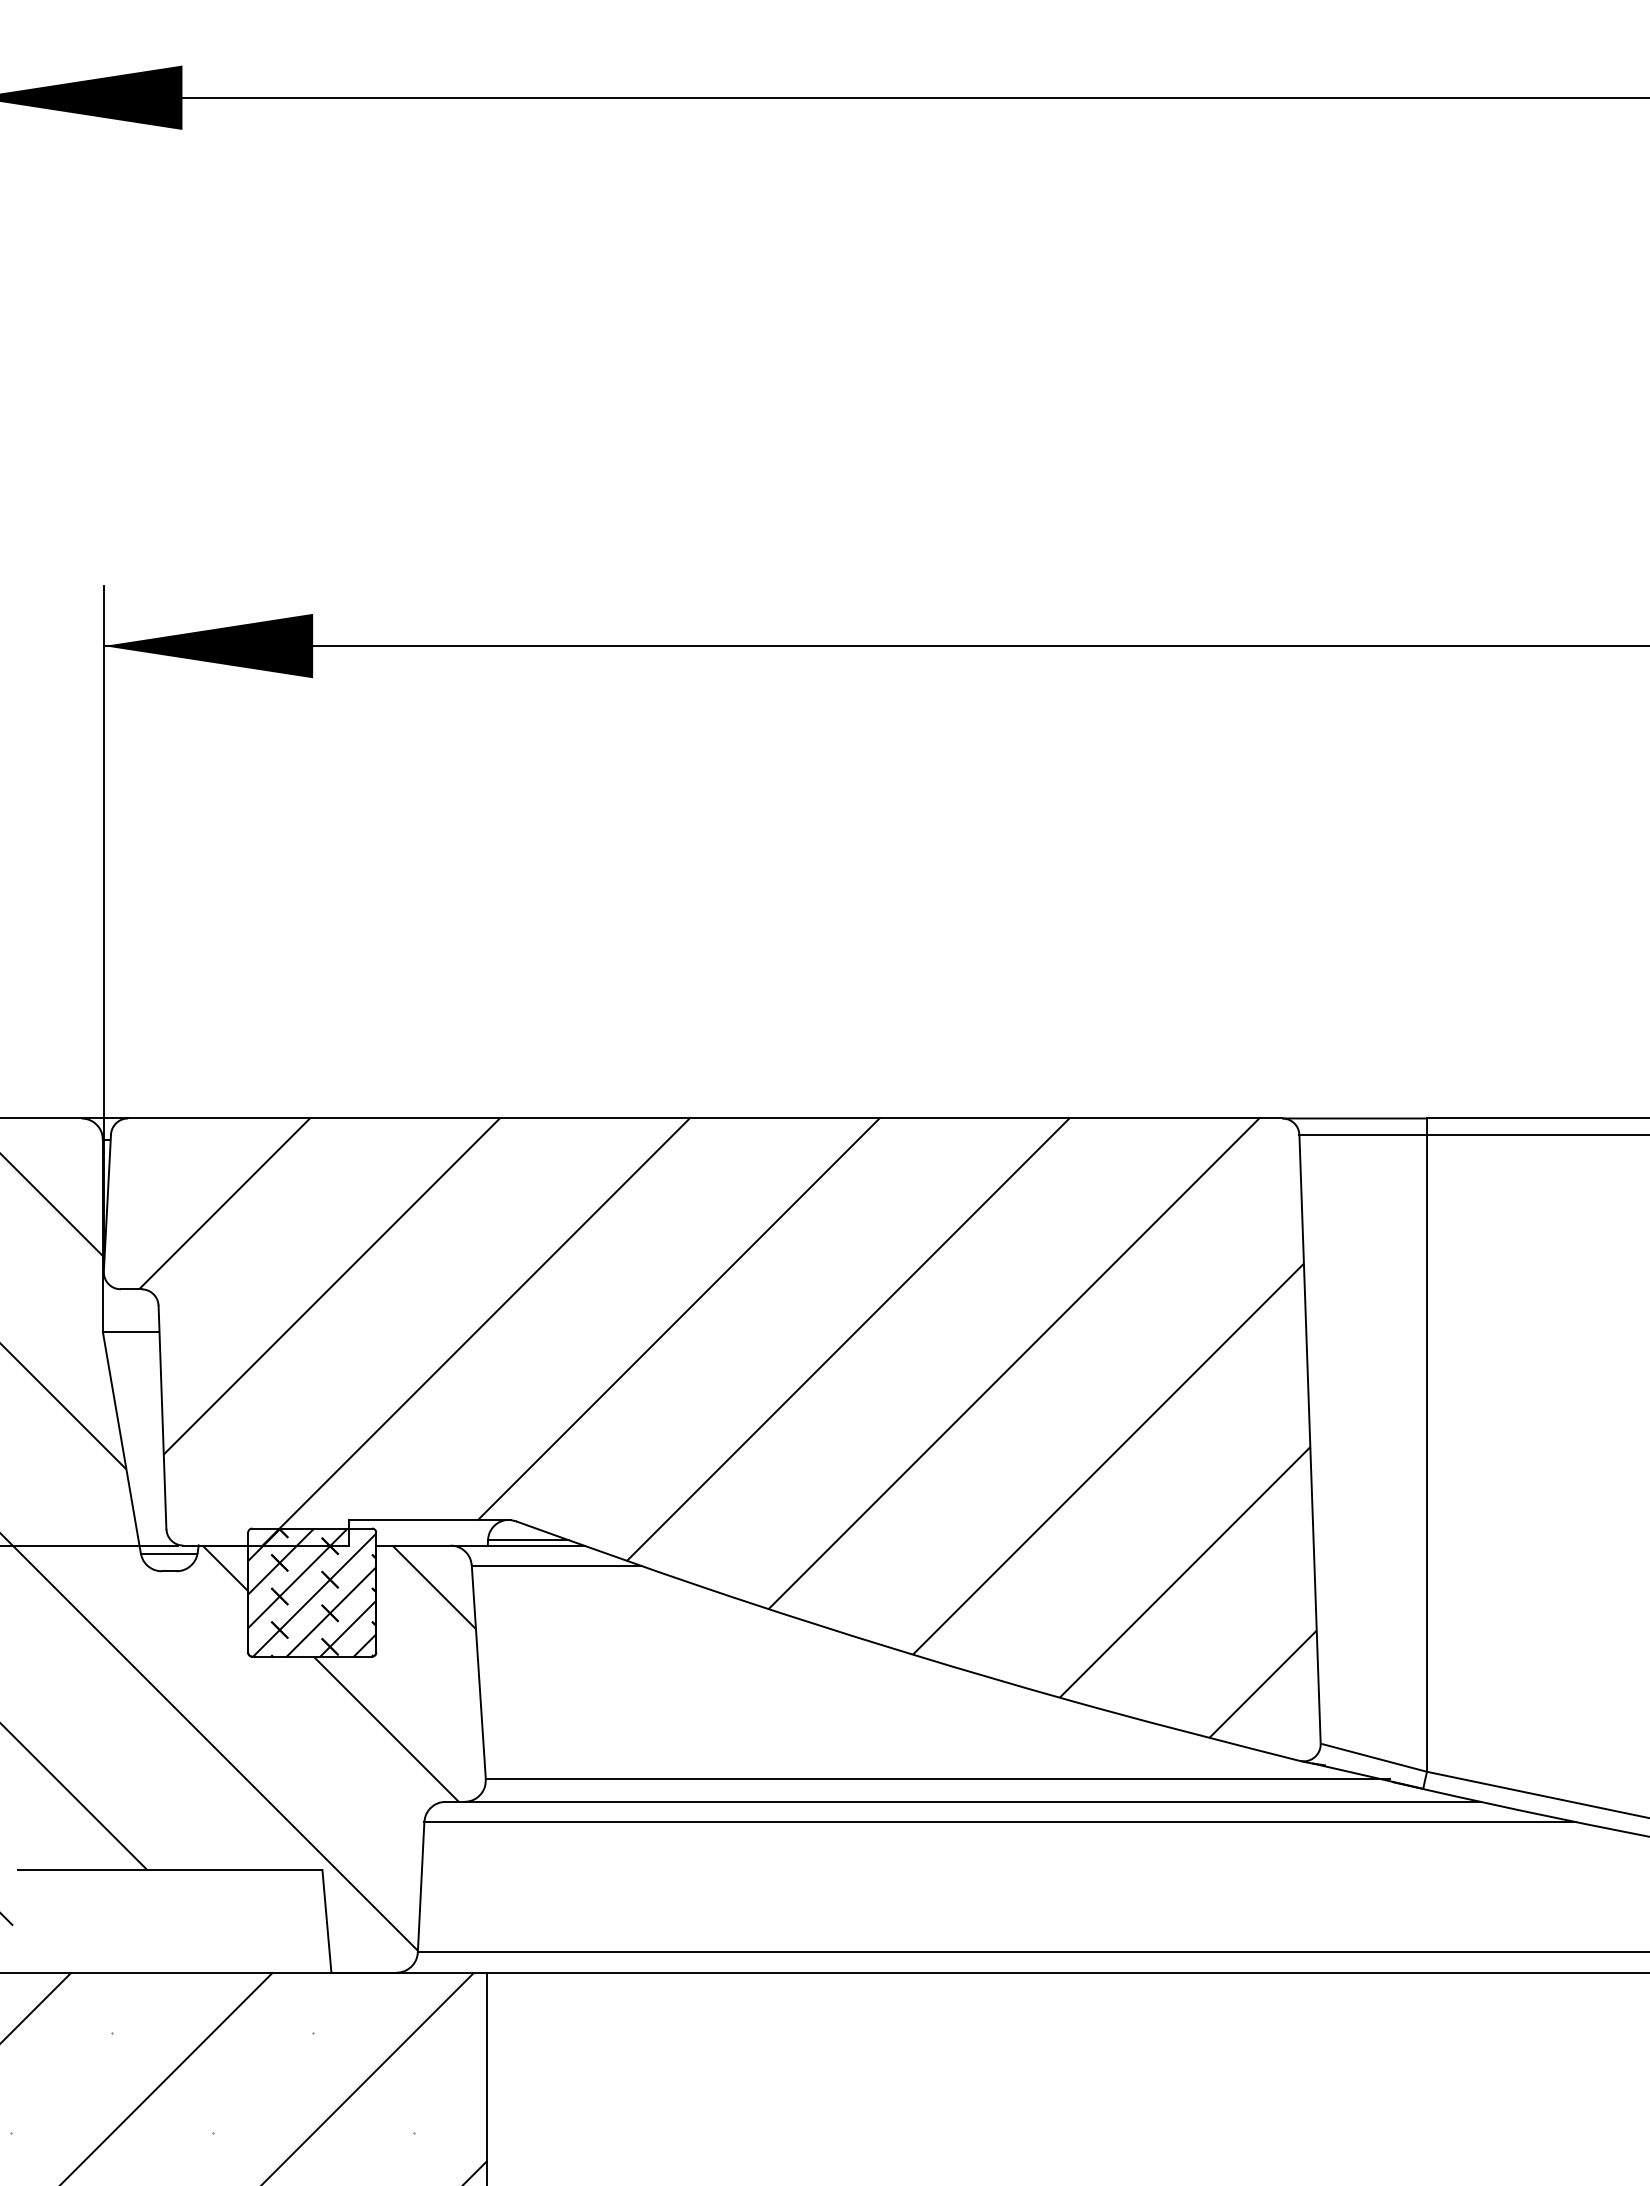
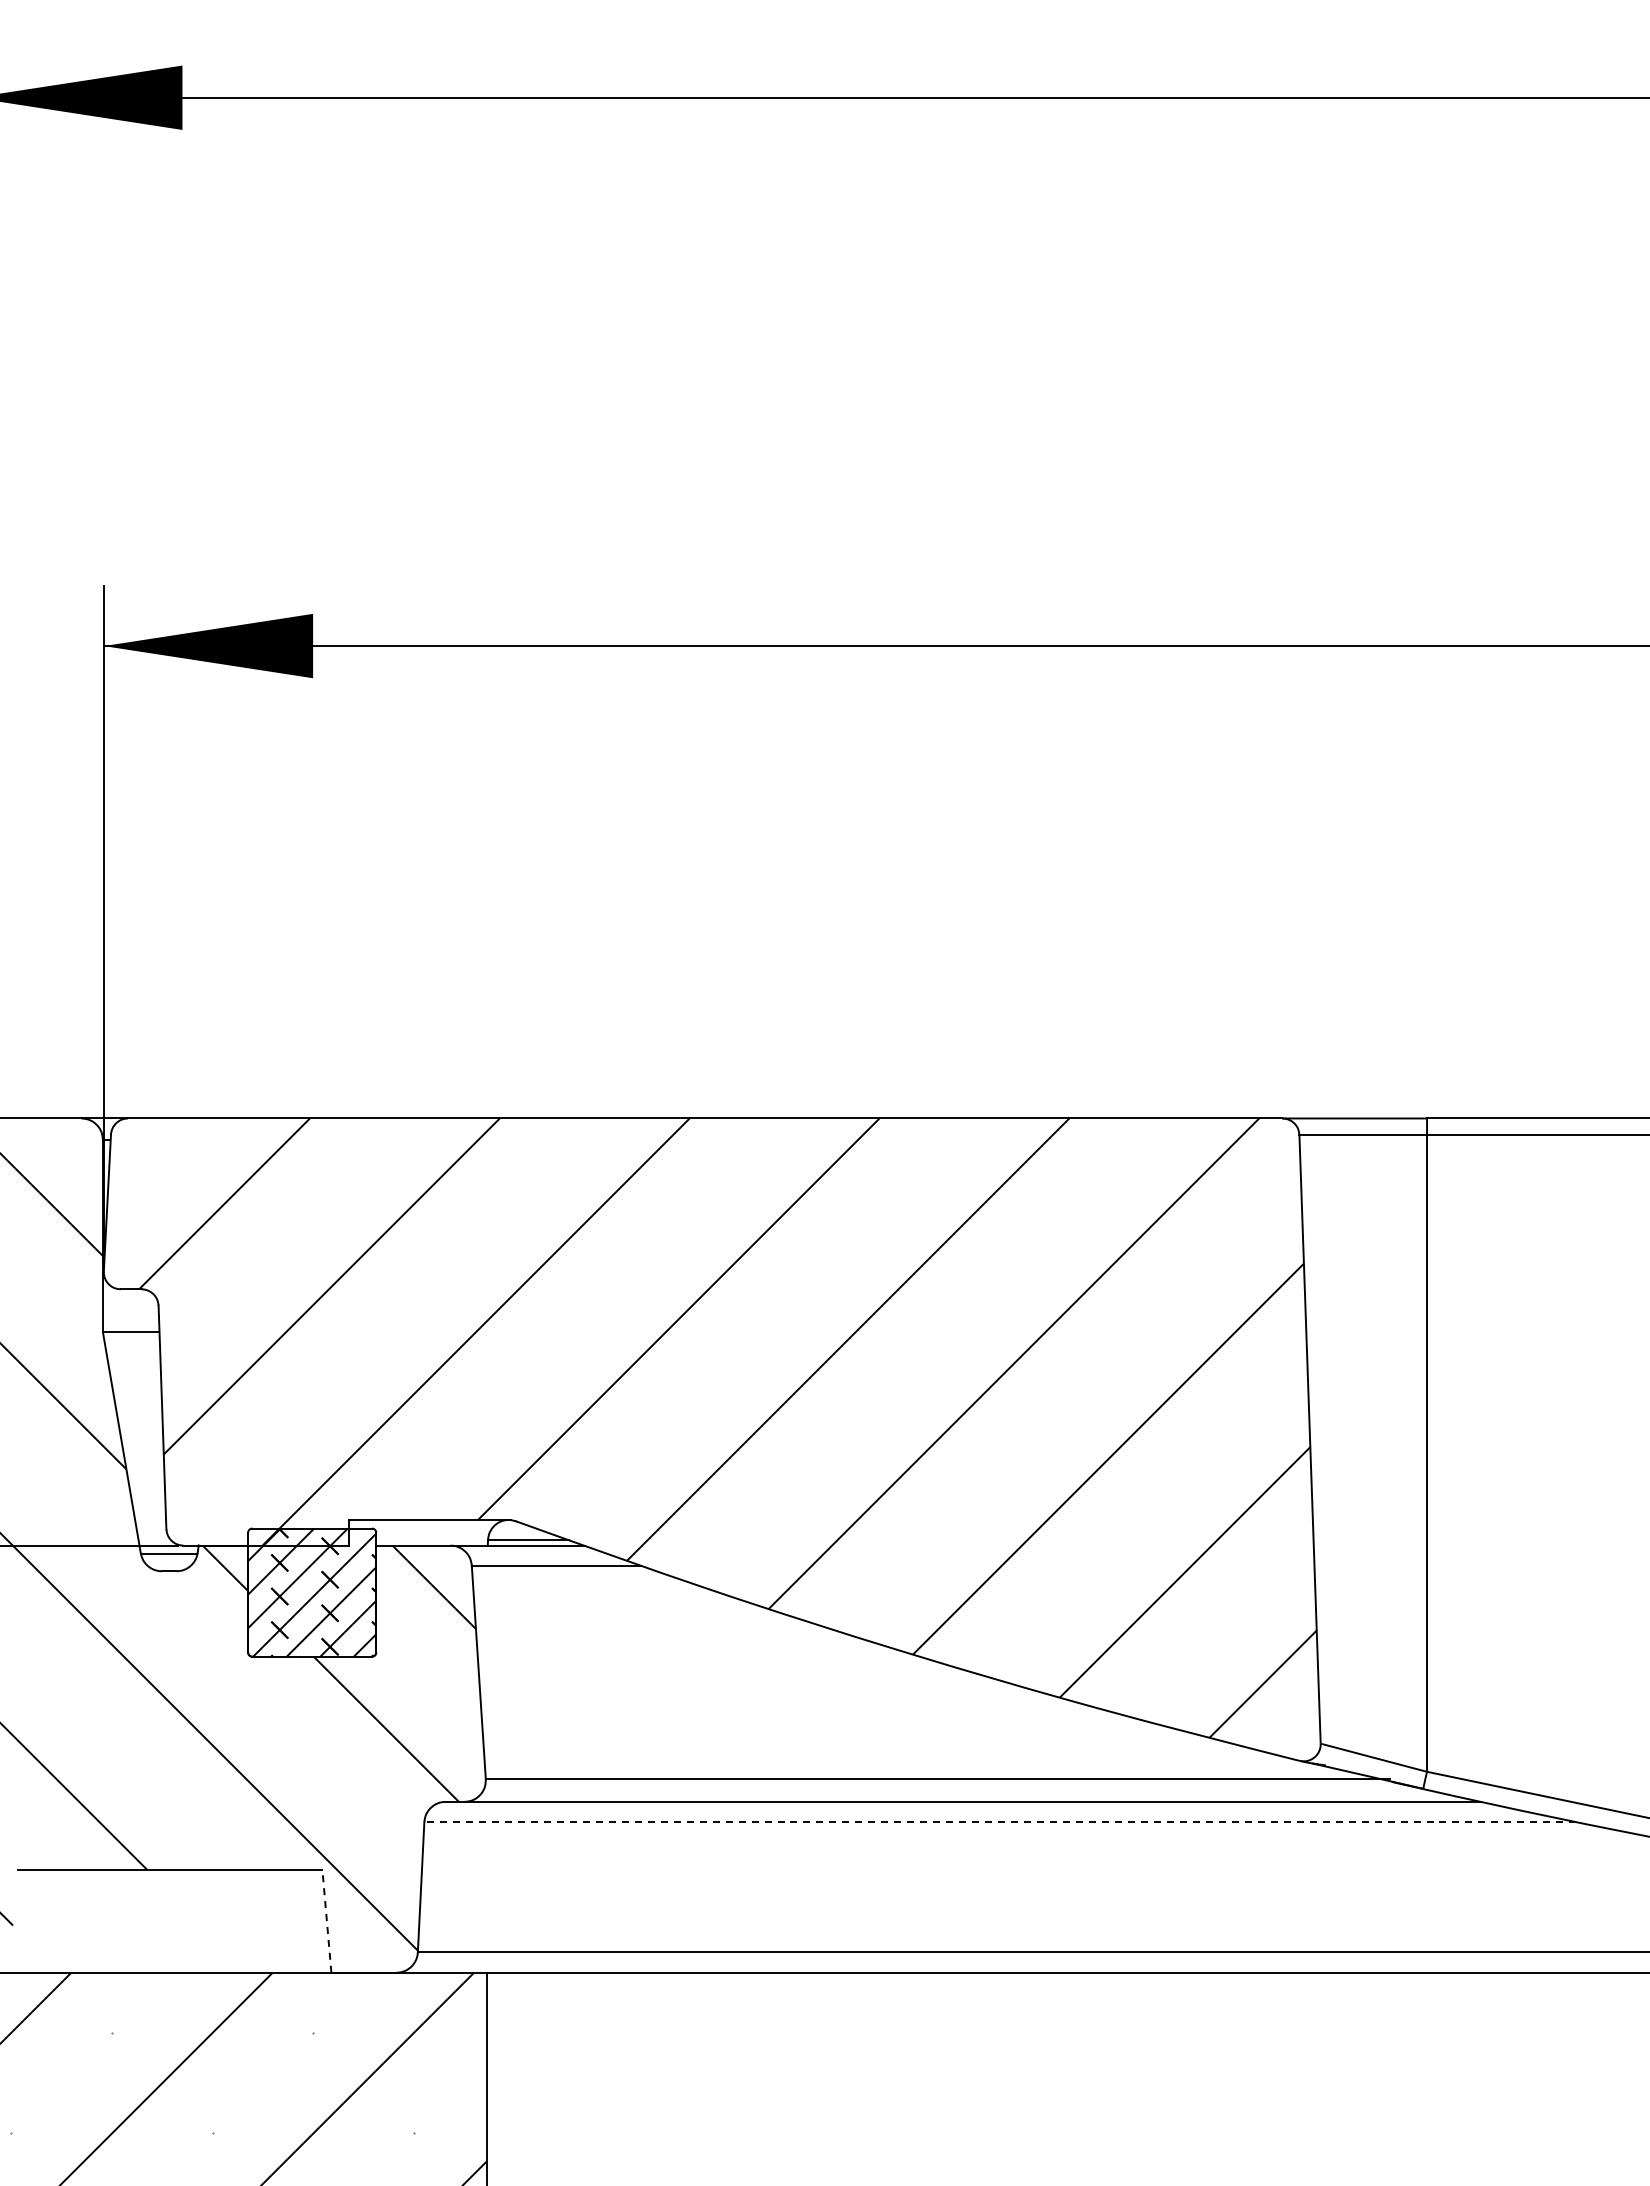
line at (1000, 1822): solid -> dashed
line at (326, 1920): solid -> dashed
